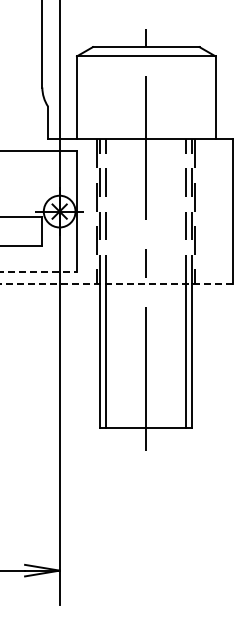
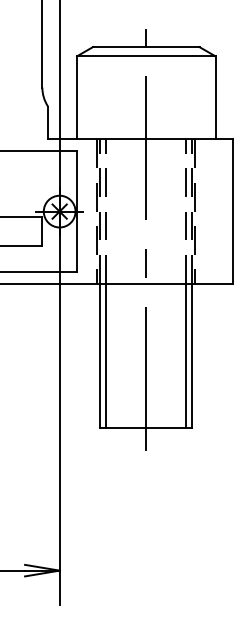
line at (39, 272): dashed -> solid
line at (115, 283): dashed -> solid
